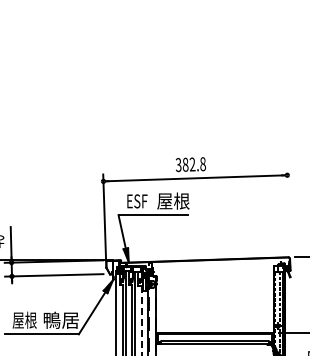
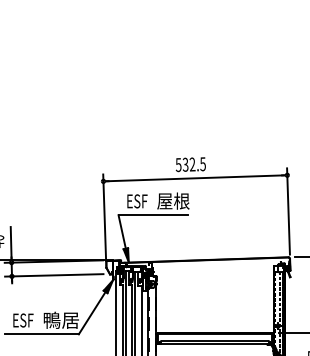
text at (190, 164): 382.8 -> 532.5
line at (288, 211): none -> present
text at (24, 319): 屋根 -> ESF
line at (141, 320): dashed -> solid
